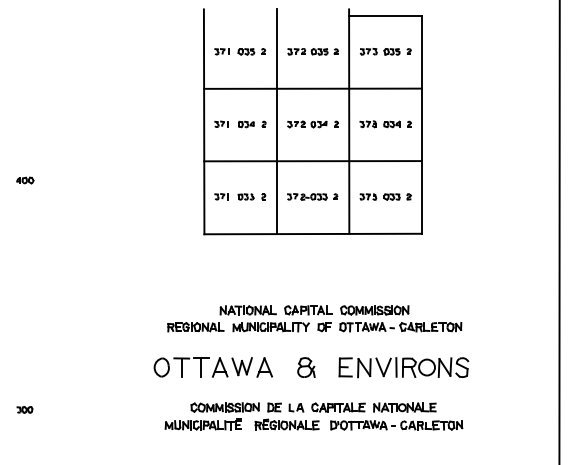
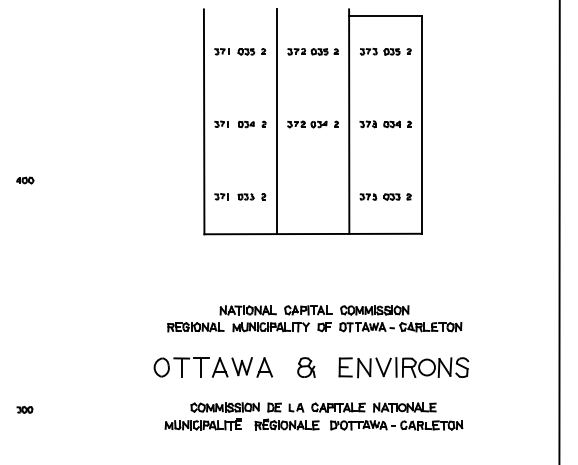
line at (313, 88): present -> none
line at (313, 161): present -> none
part at (312, 196): present -> none
